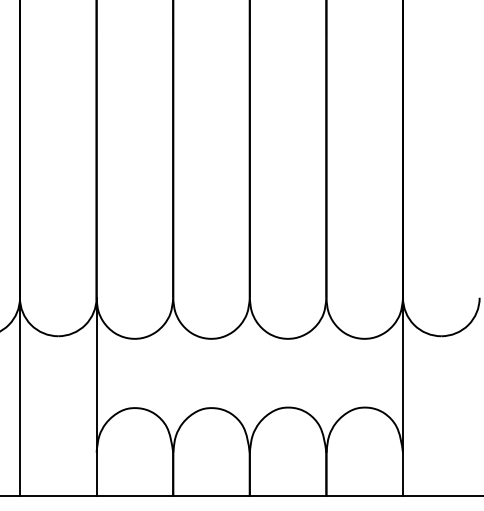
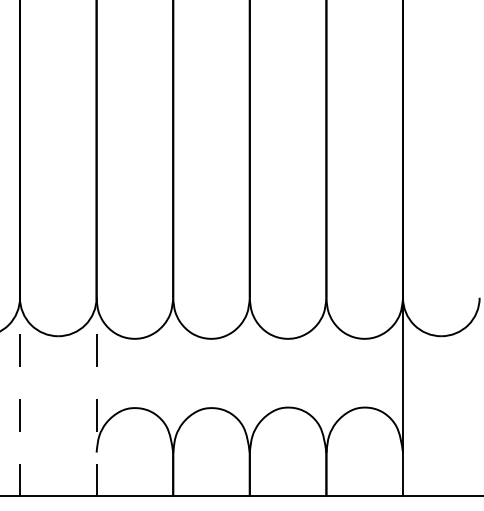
line at (19, 396): solid -> dashed
line at (96, 396): solid -> dashed
